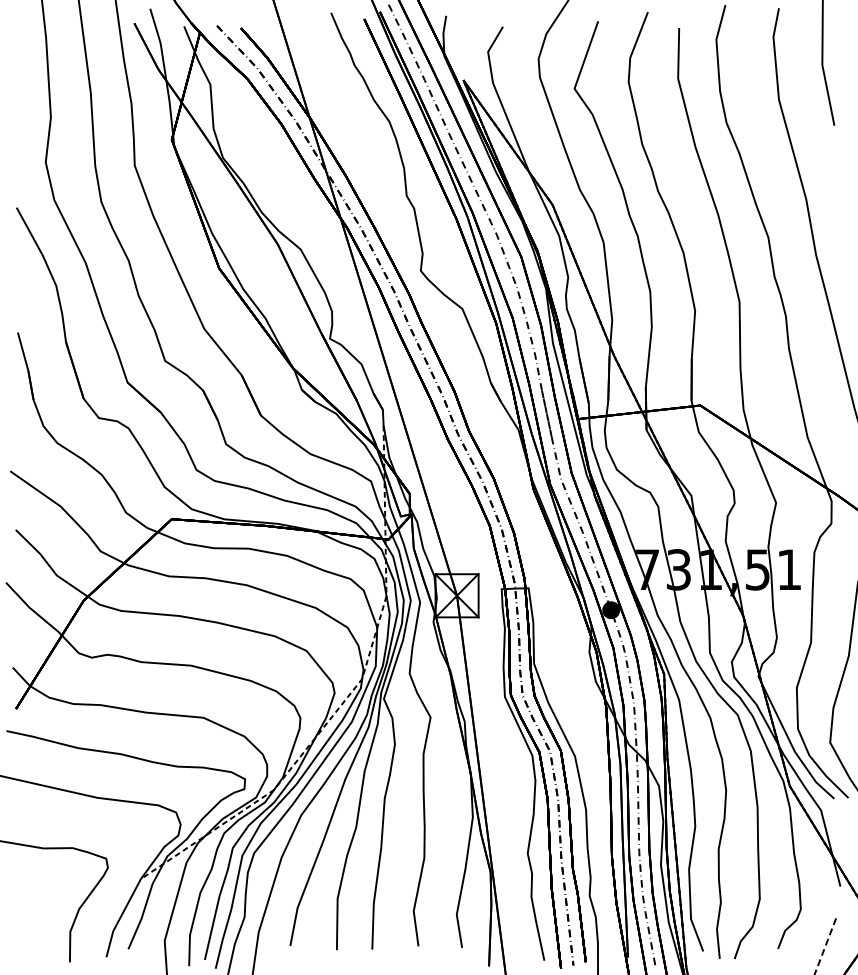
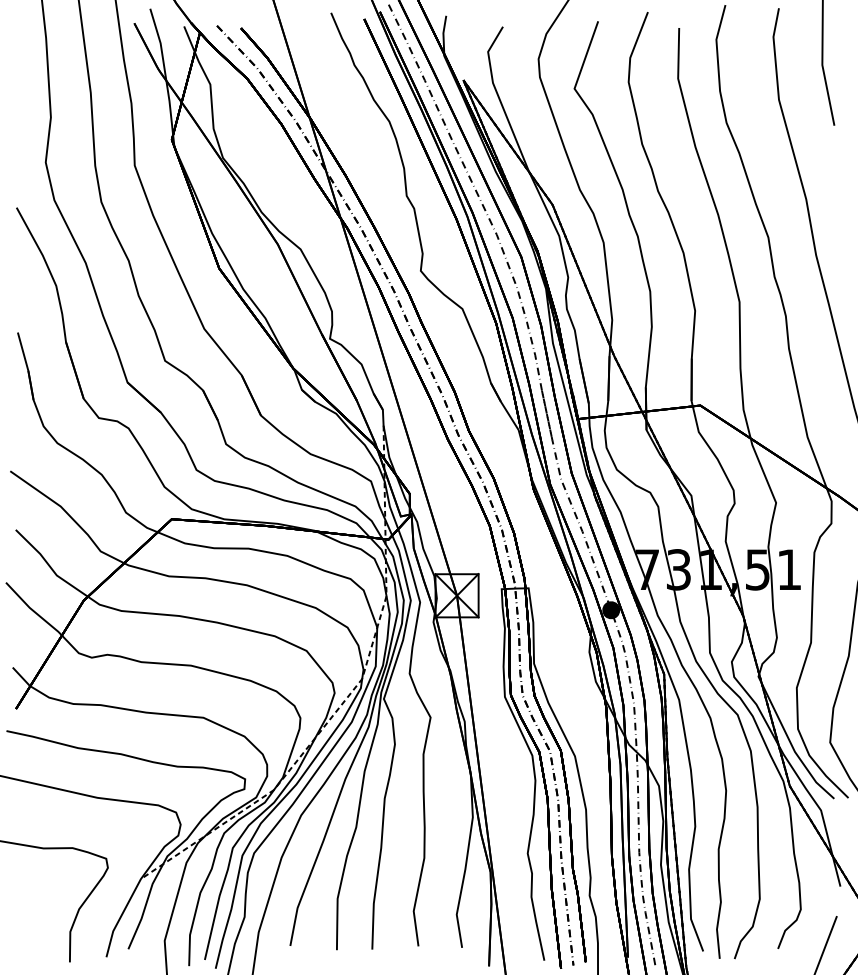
line at (826, 944): dashed -> solid
